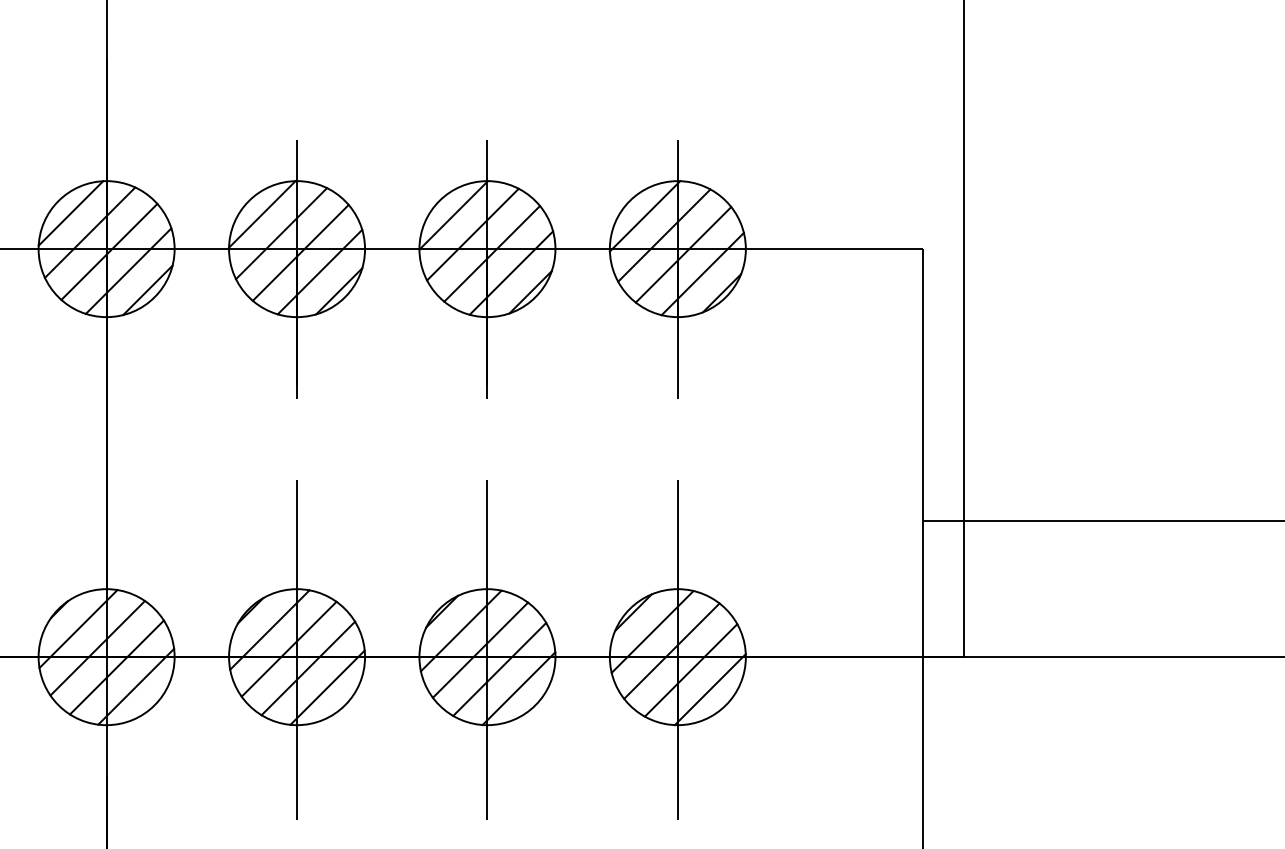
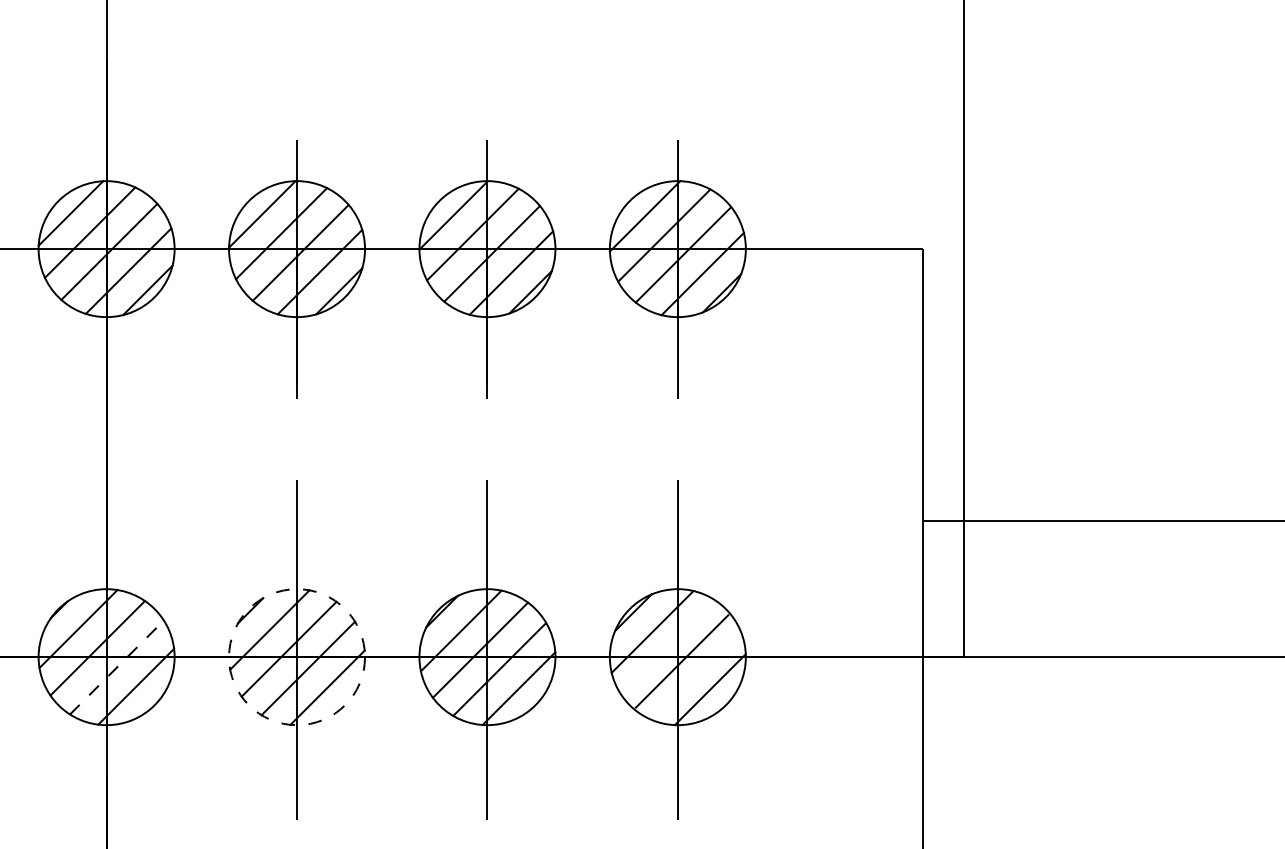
line at (671, 650): present -> none
circle at (297, 657): solid -> dashed
line at (117, 667): solid -> dashed
line at (690, 670) position: (690, 670) -> (681, 661)
